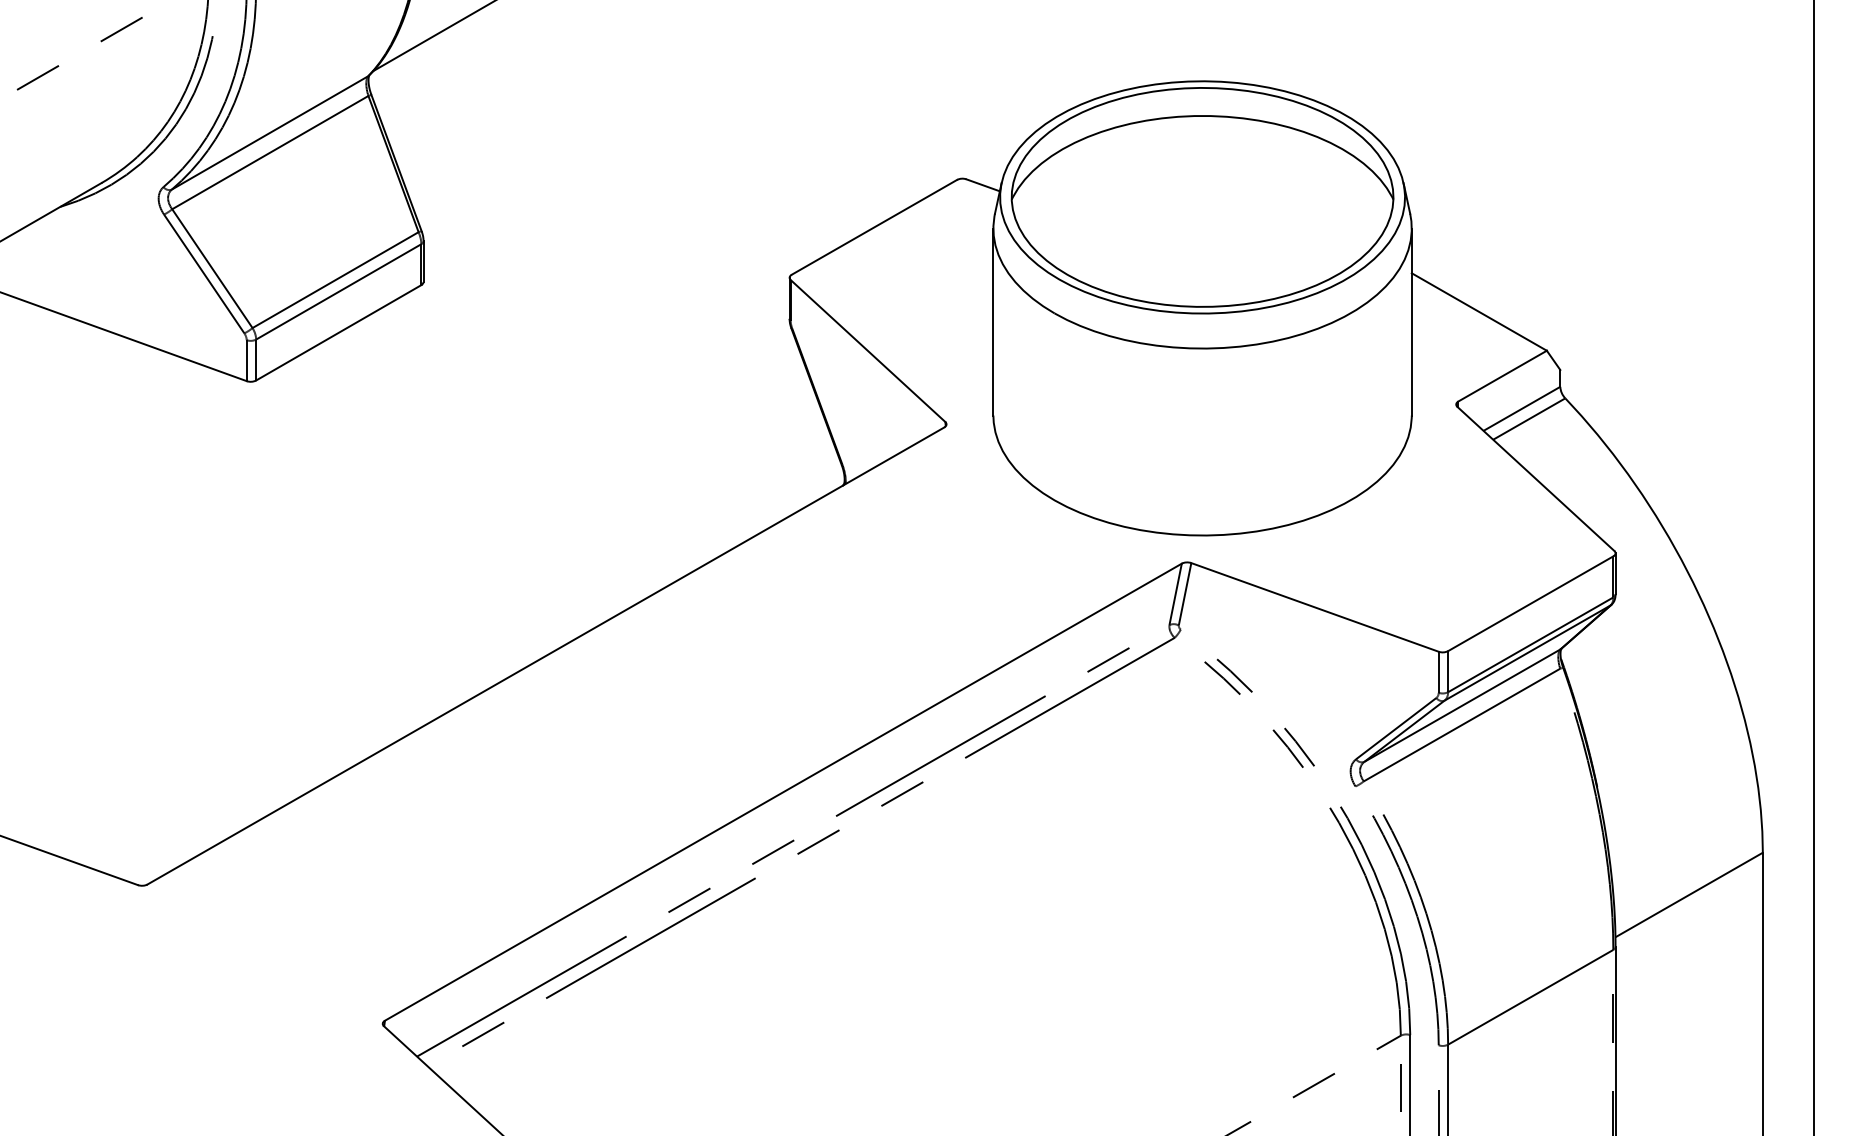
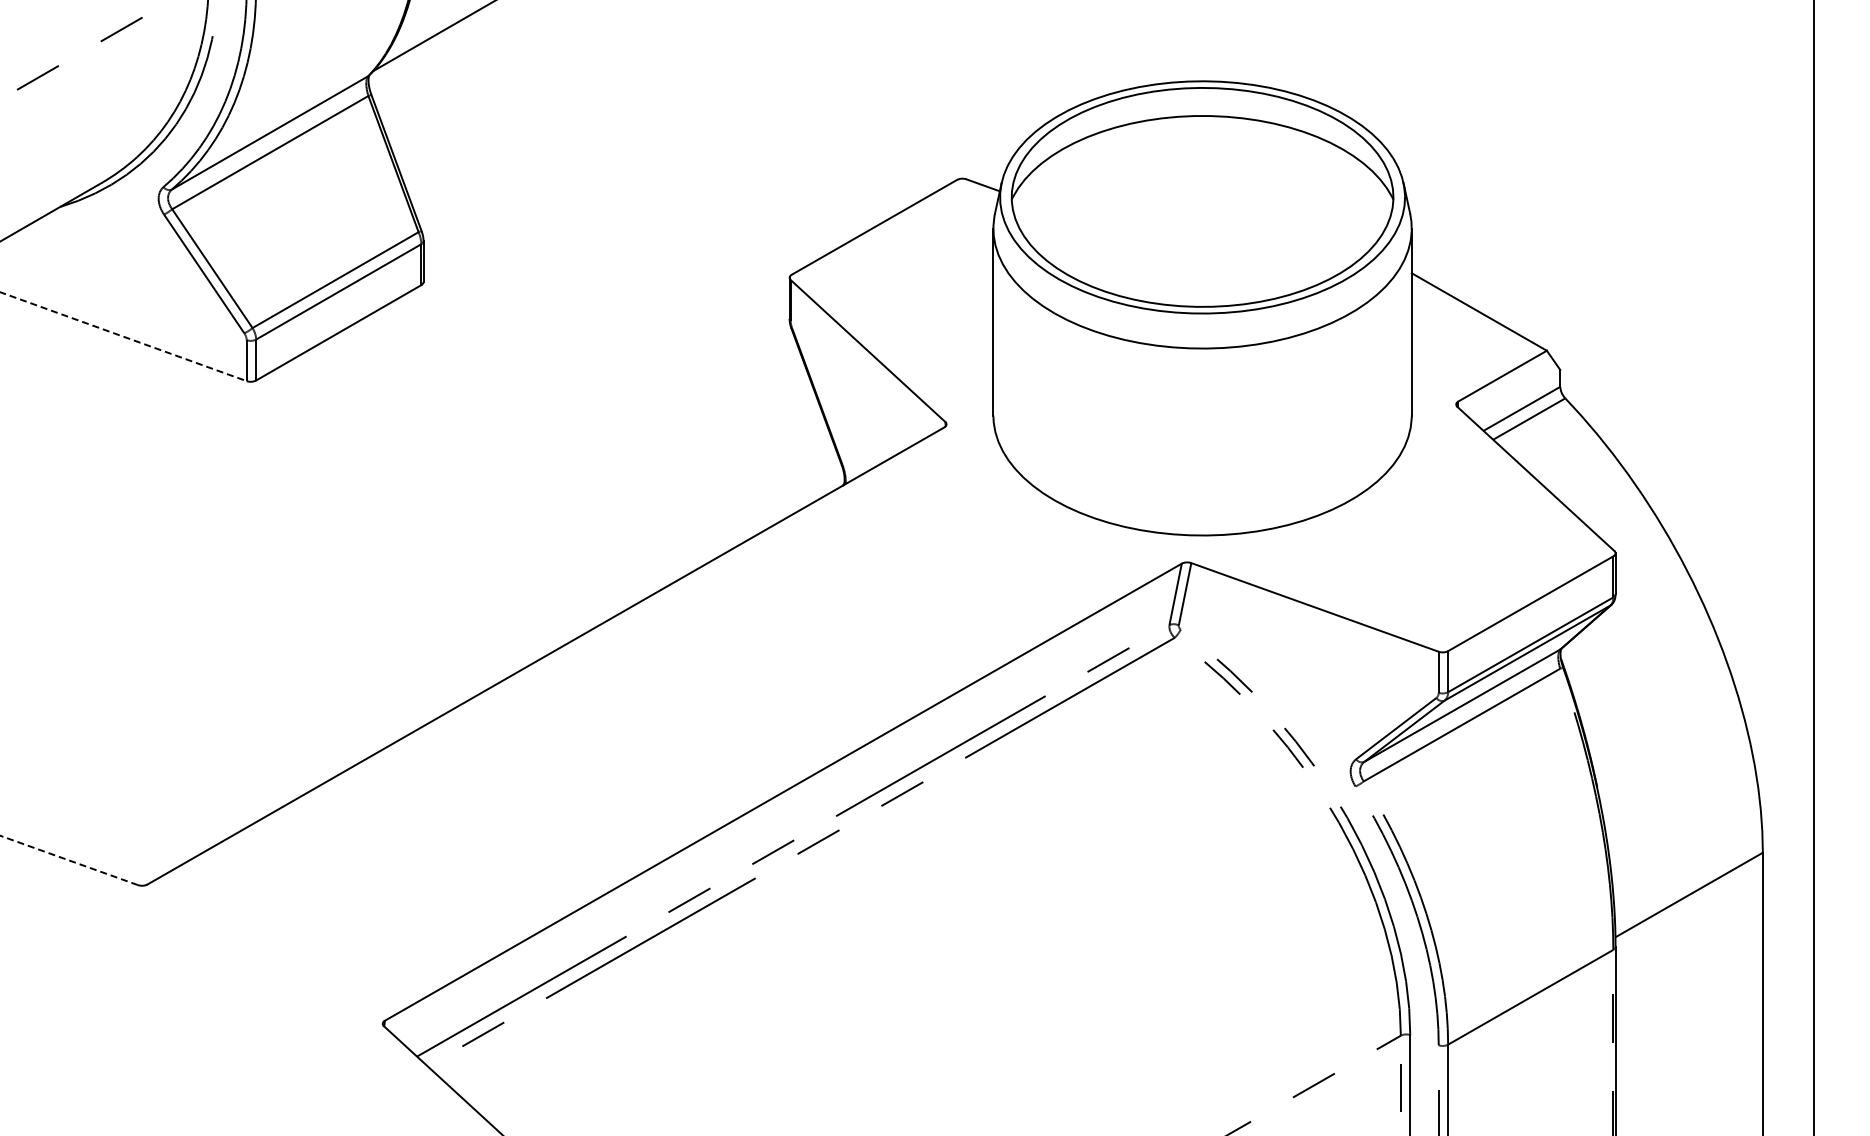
line at (123, 336): solid -> dashed
line at (69, 860): solid -> dashed
